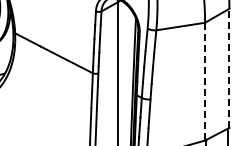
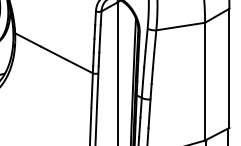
line at (229, 68): dashed -> solid
line at (205, 81): dashed -> solid
